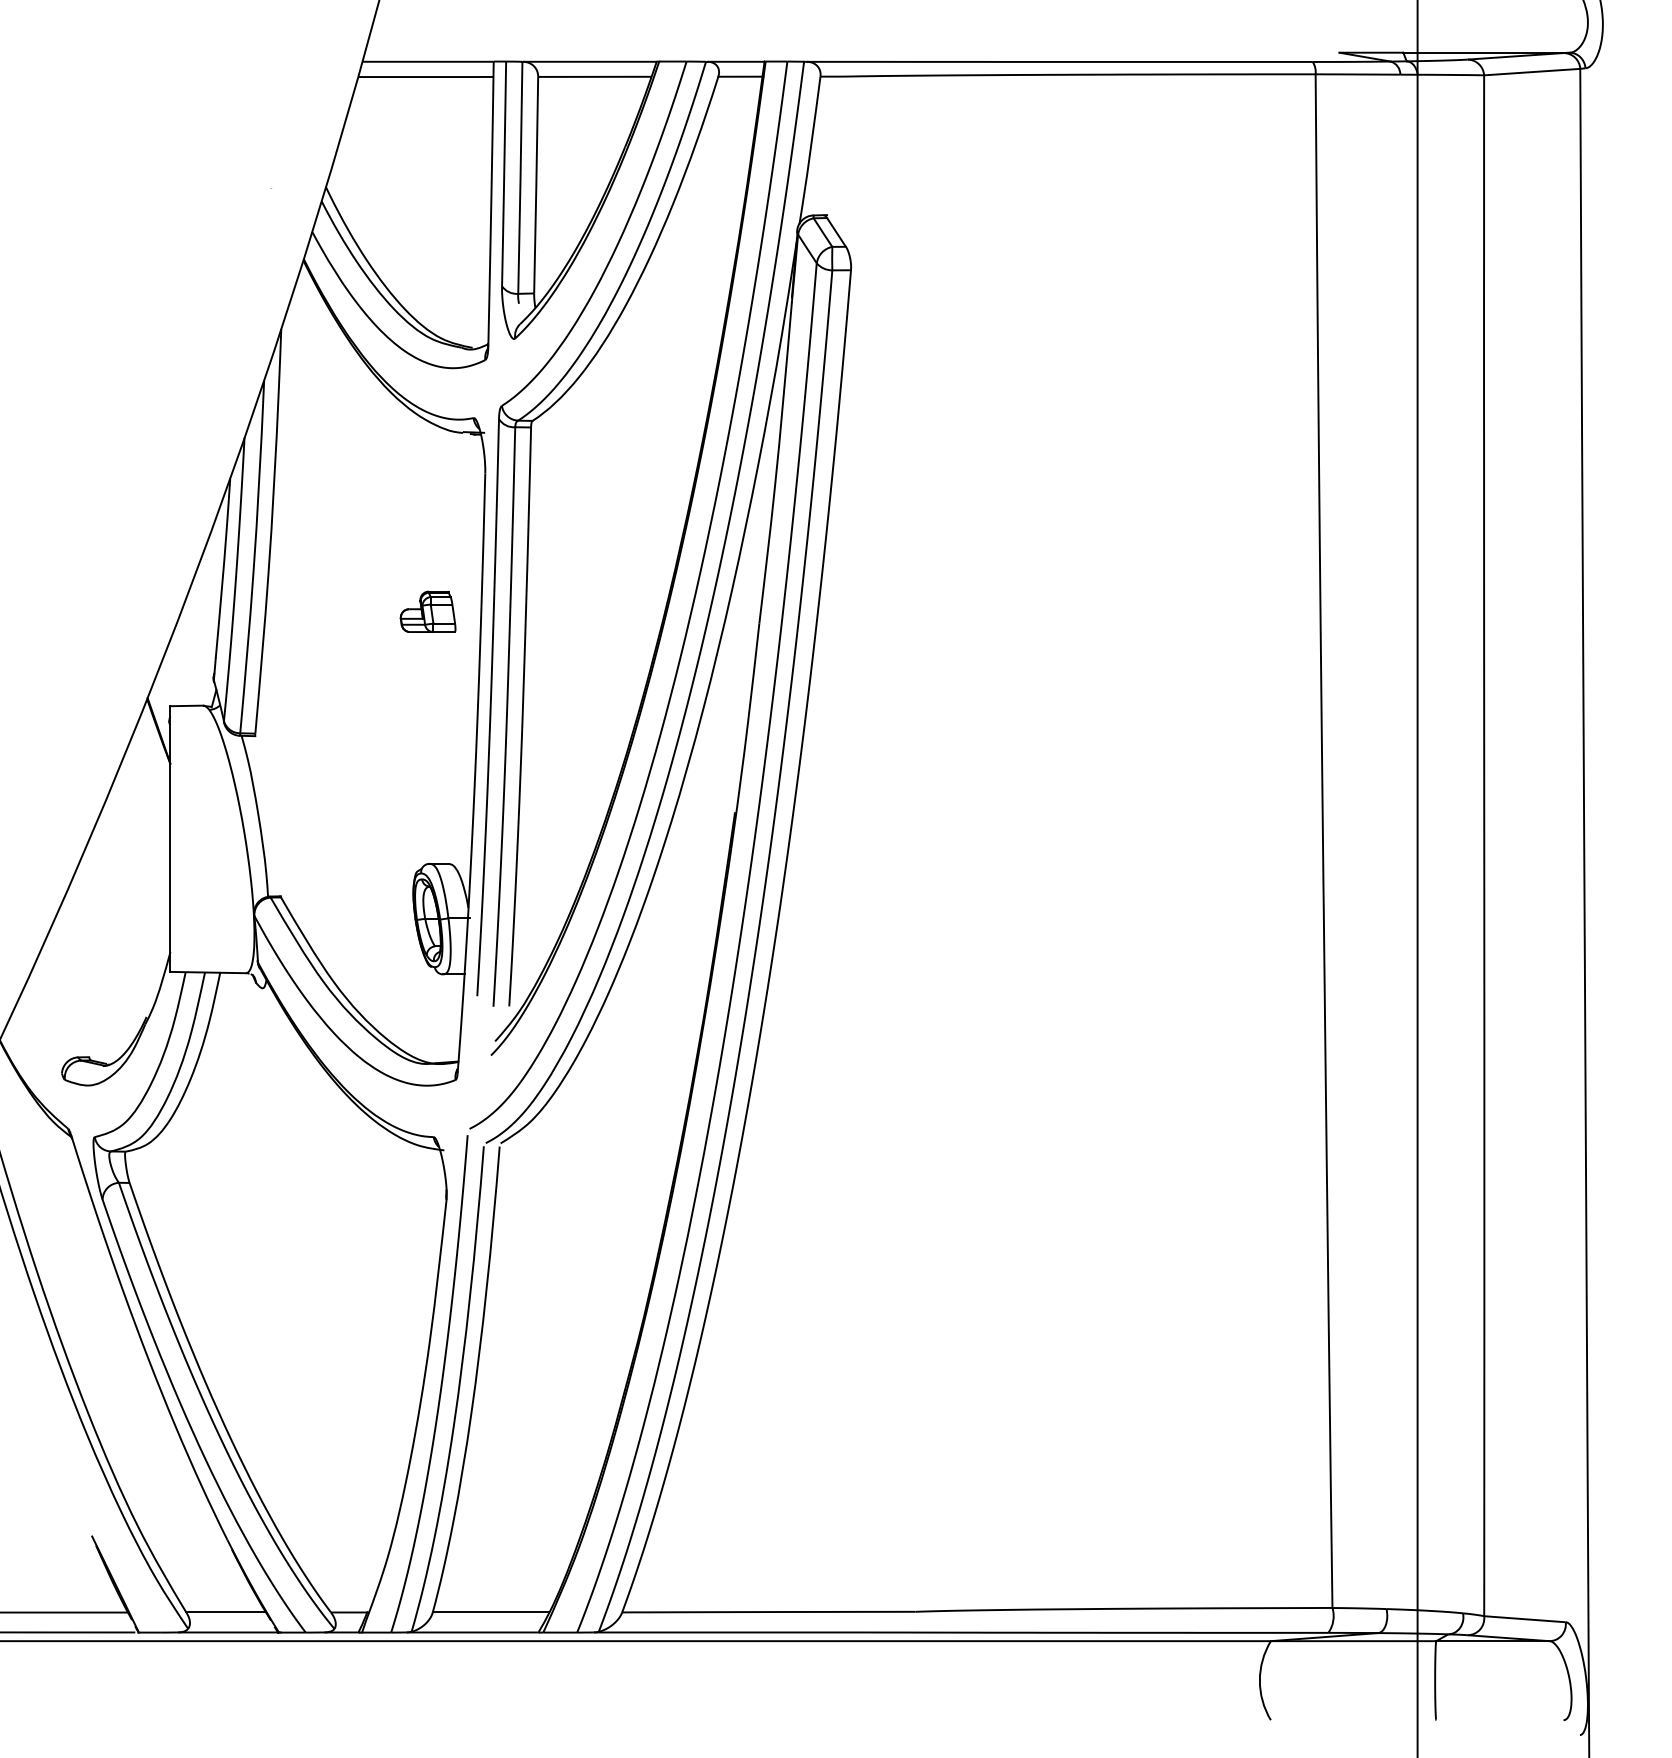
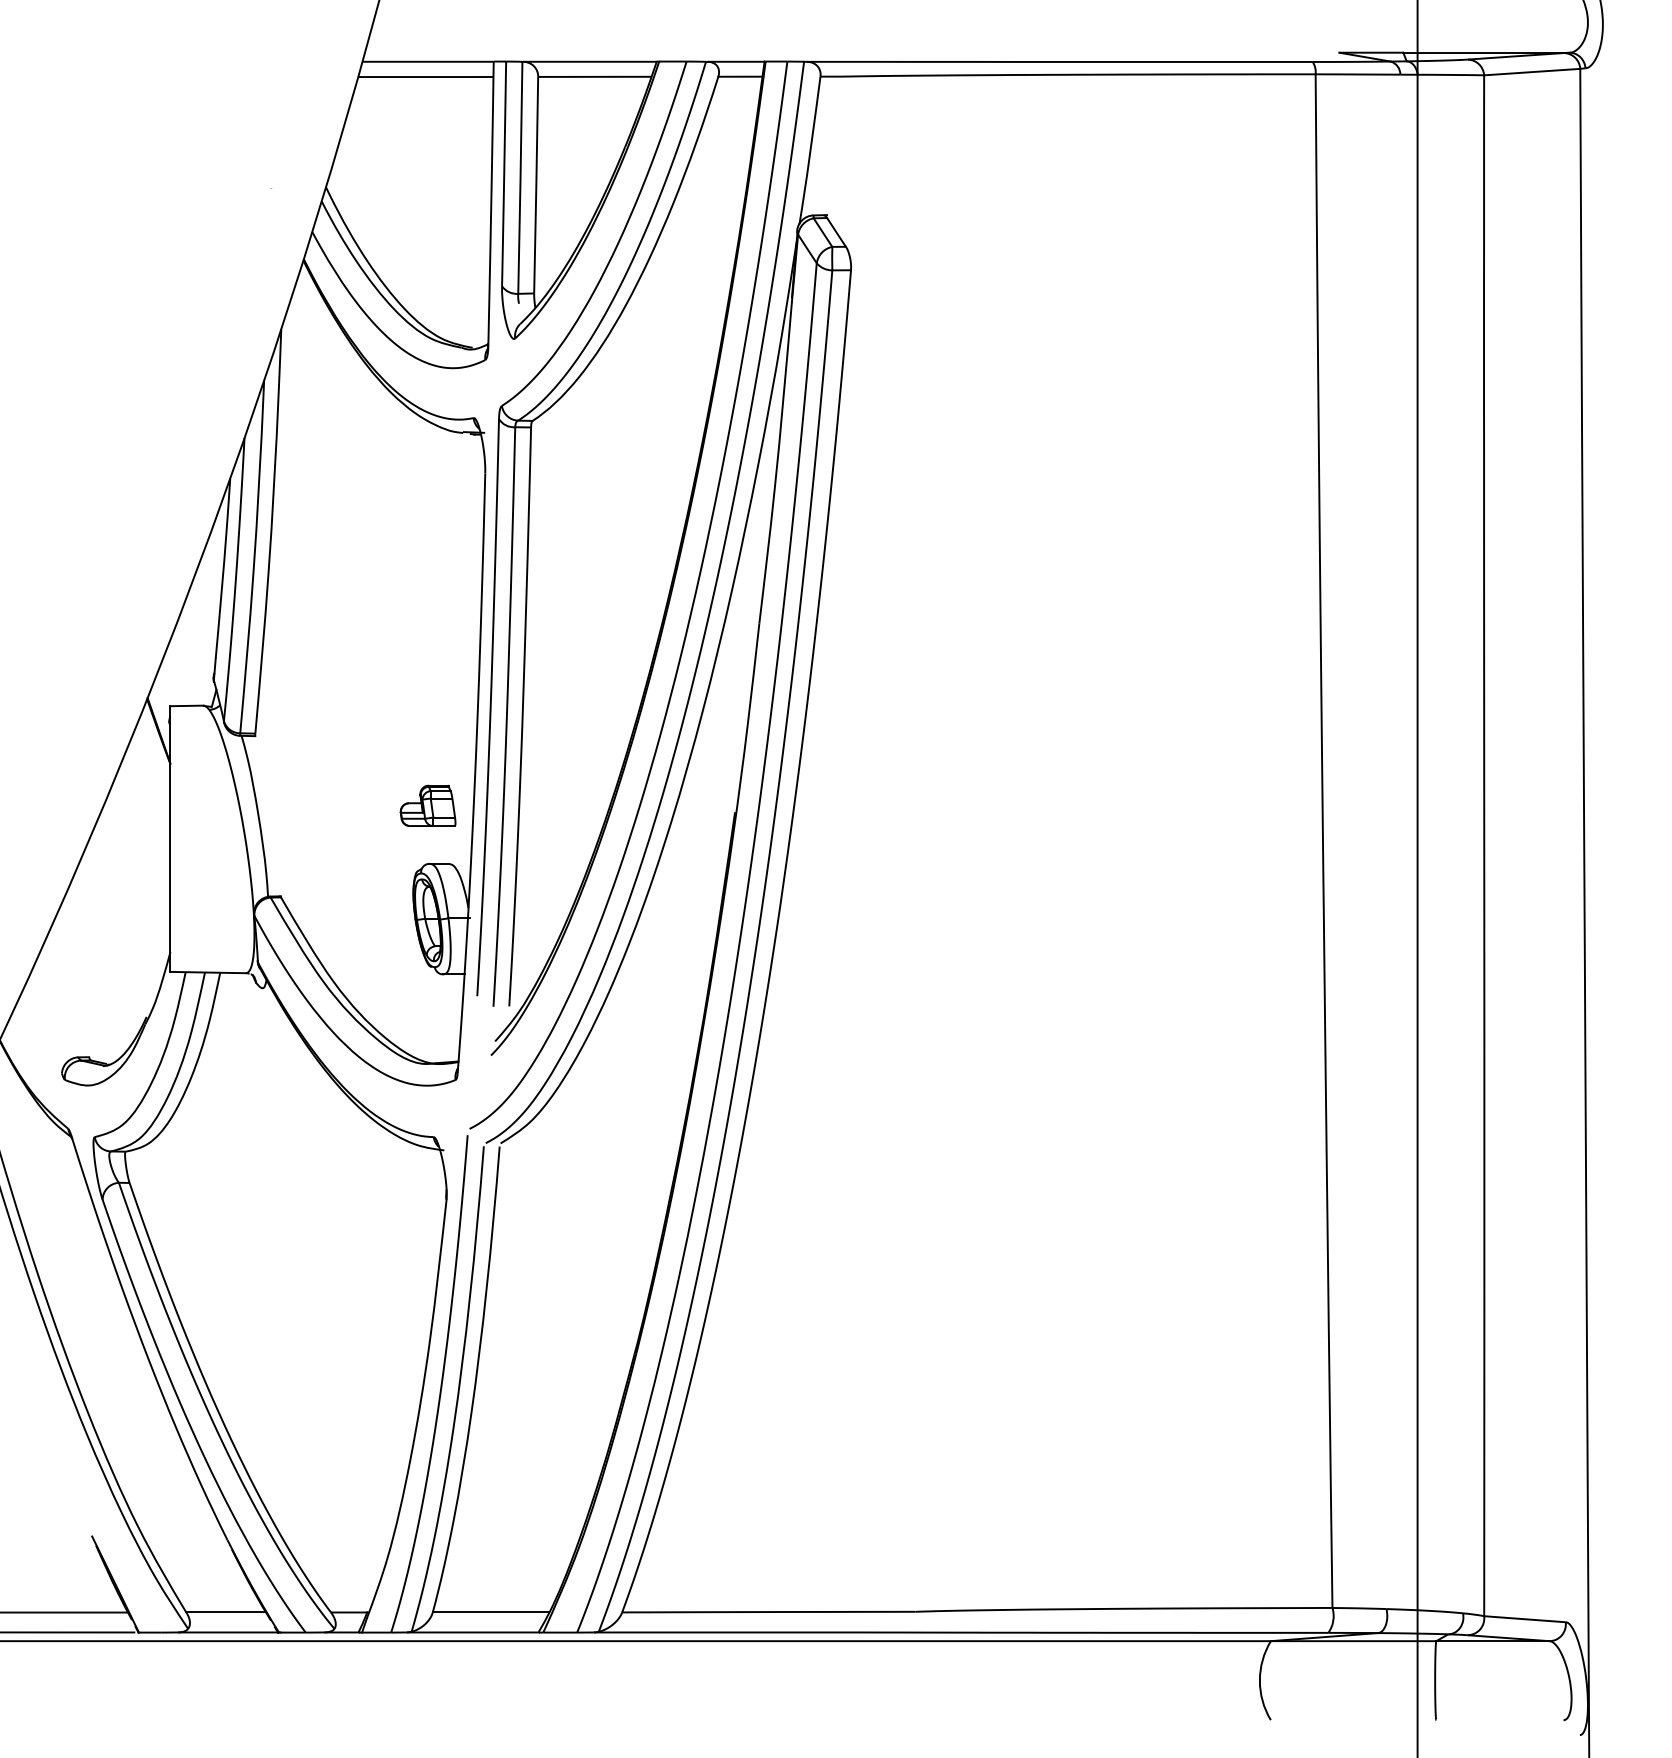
part at (427, 611) position: (427, 611) -> (427, 805)
